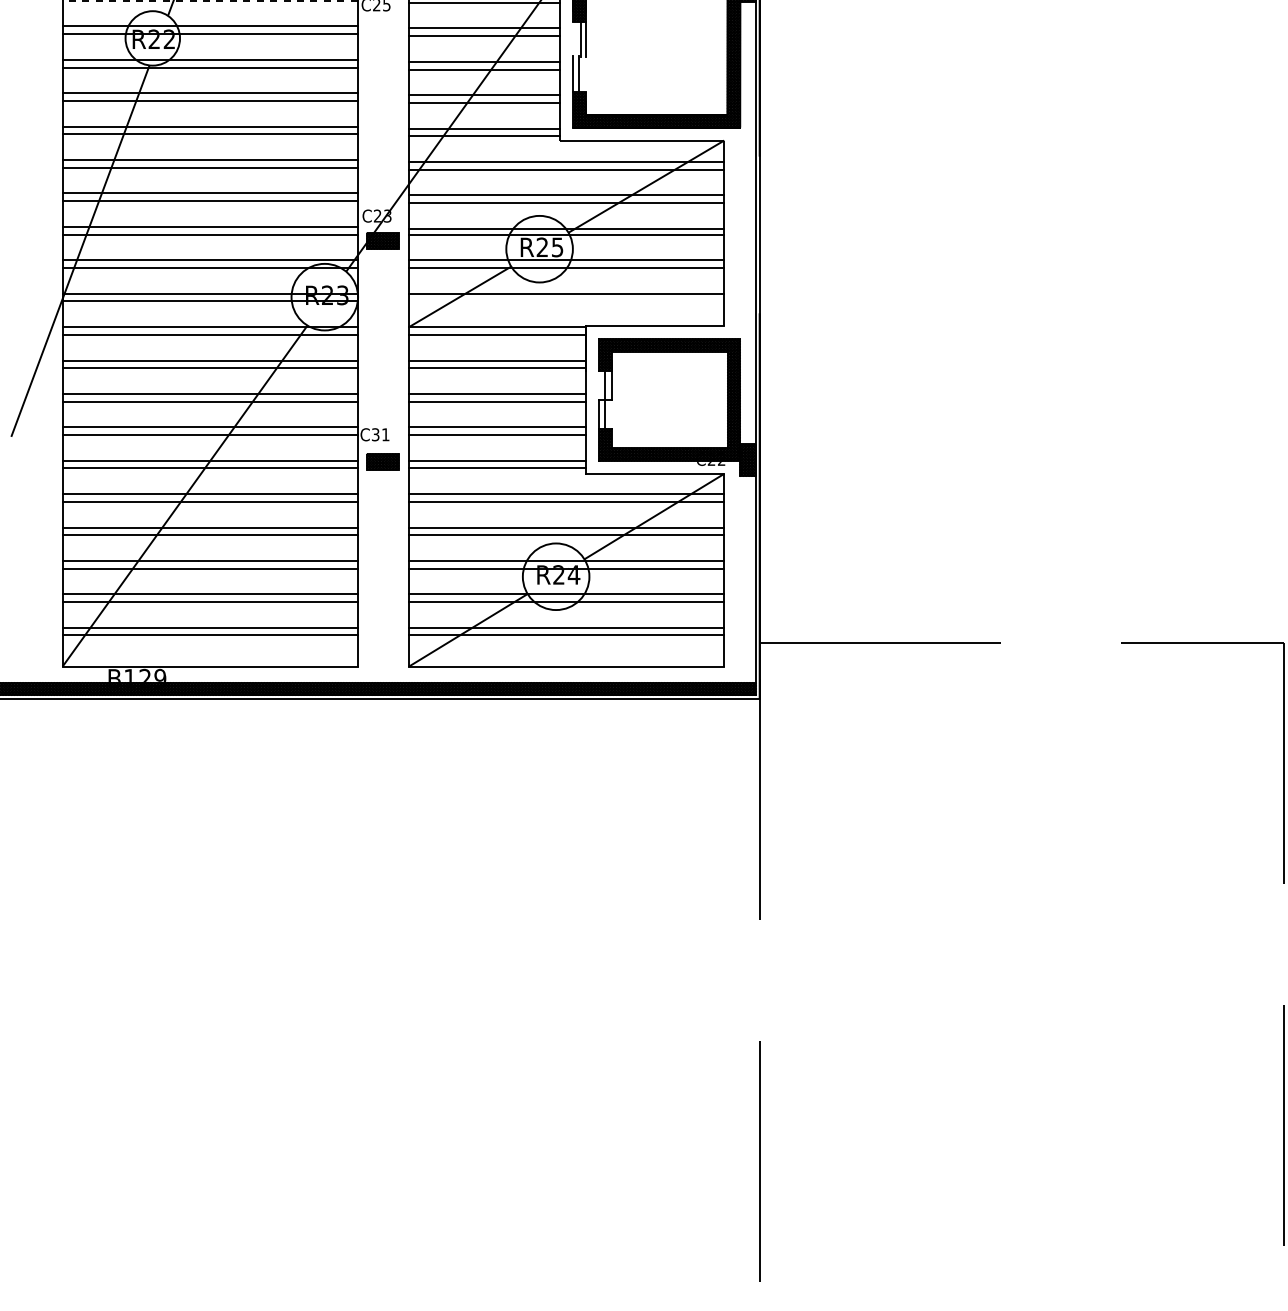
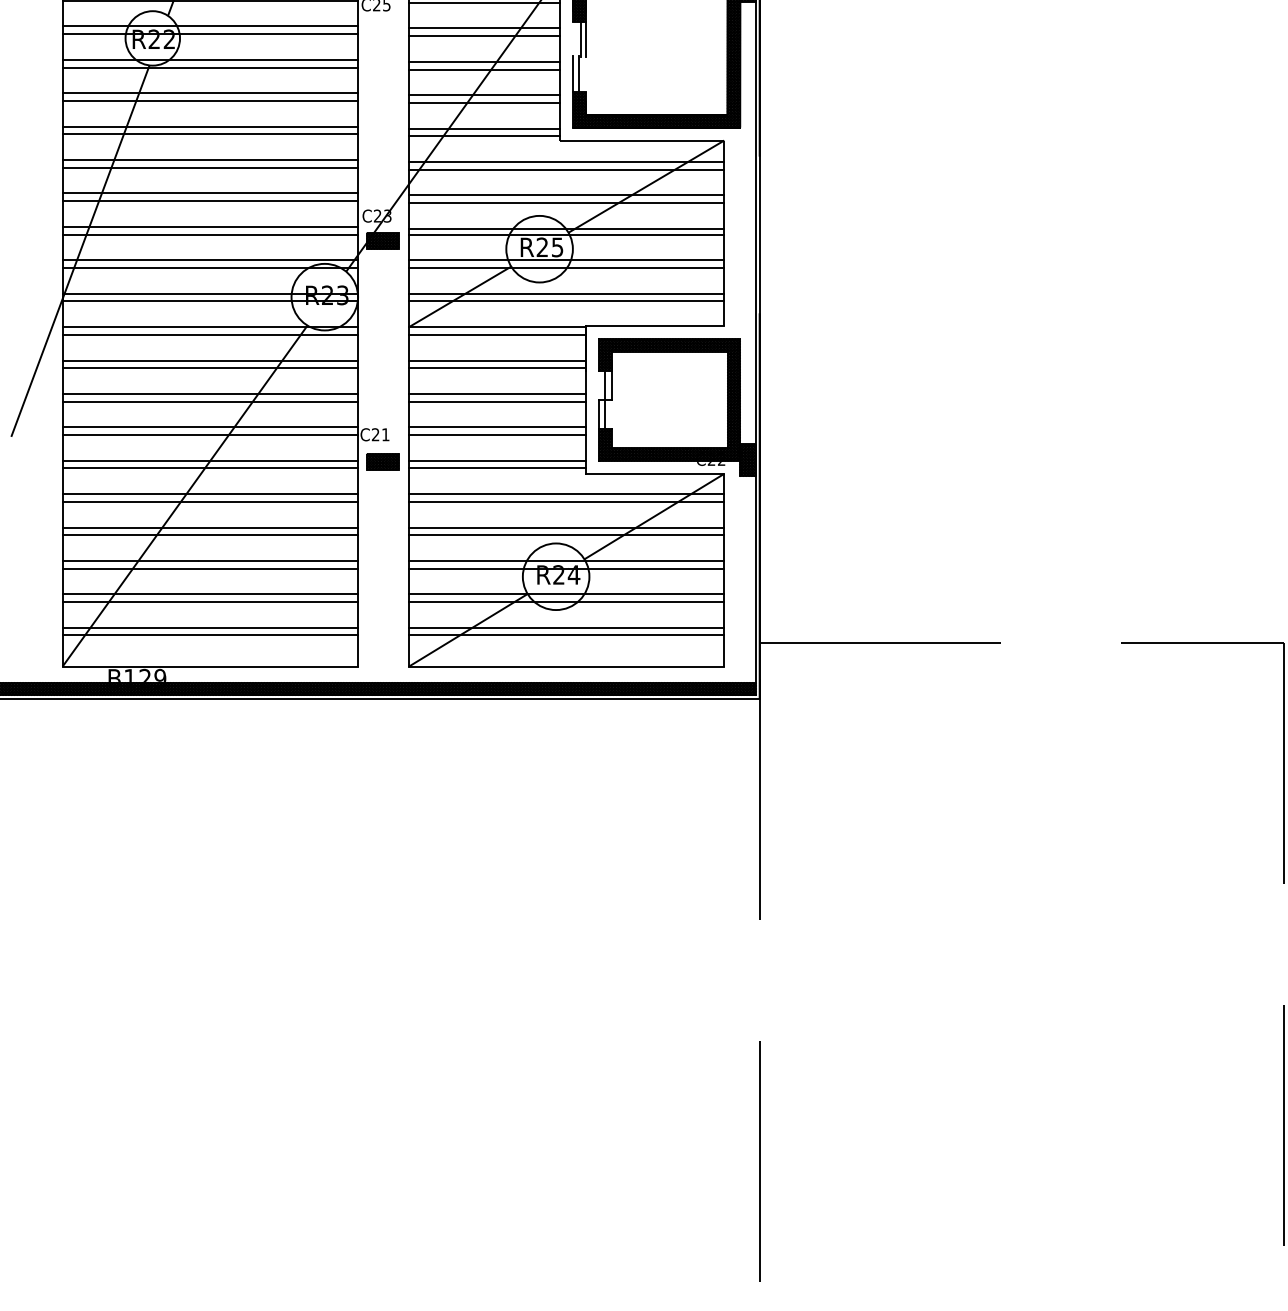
line at (210, 0): dashed -> solid
line at (566, 301): none -> present
text at (375, 434): C31 -> C21
